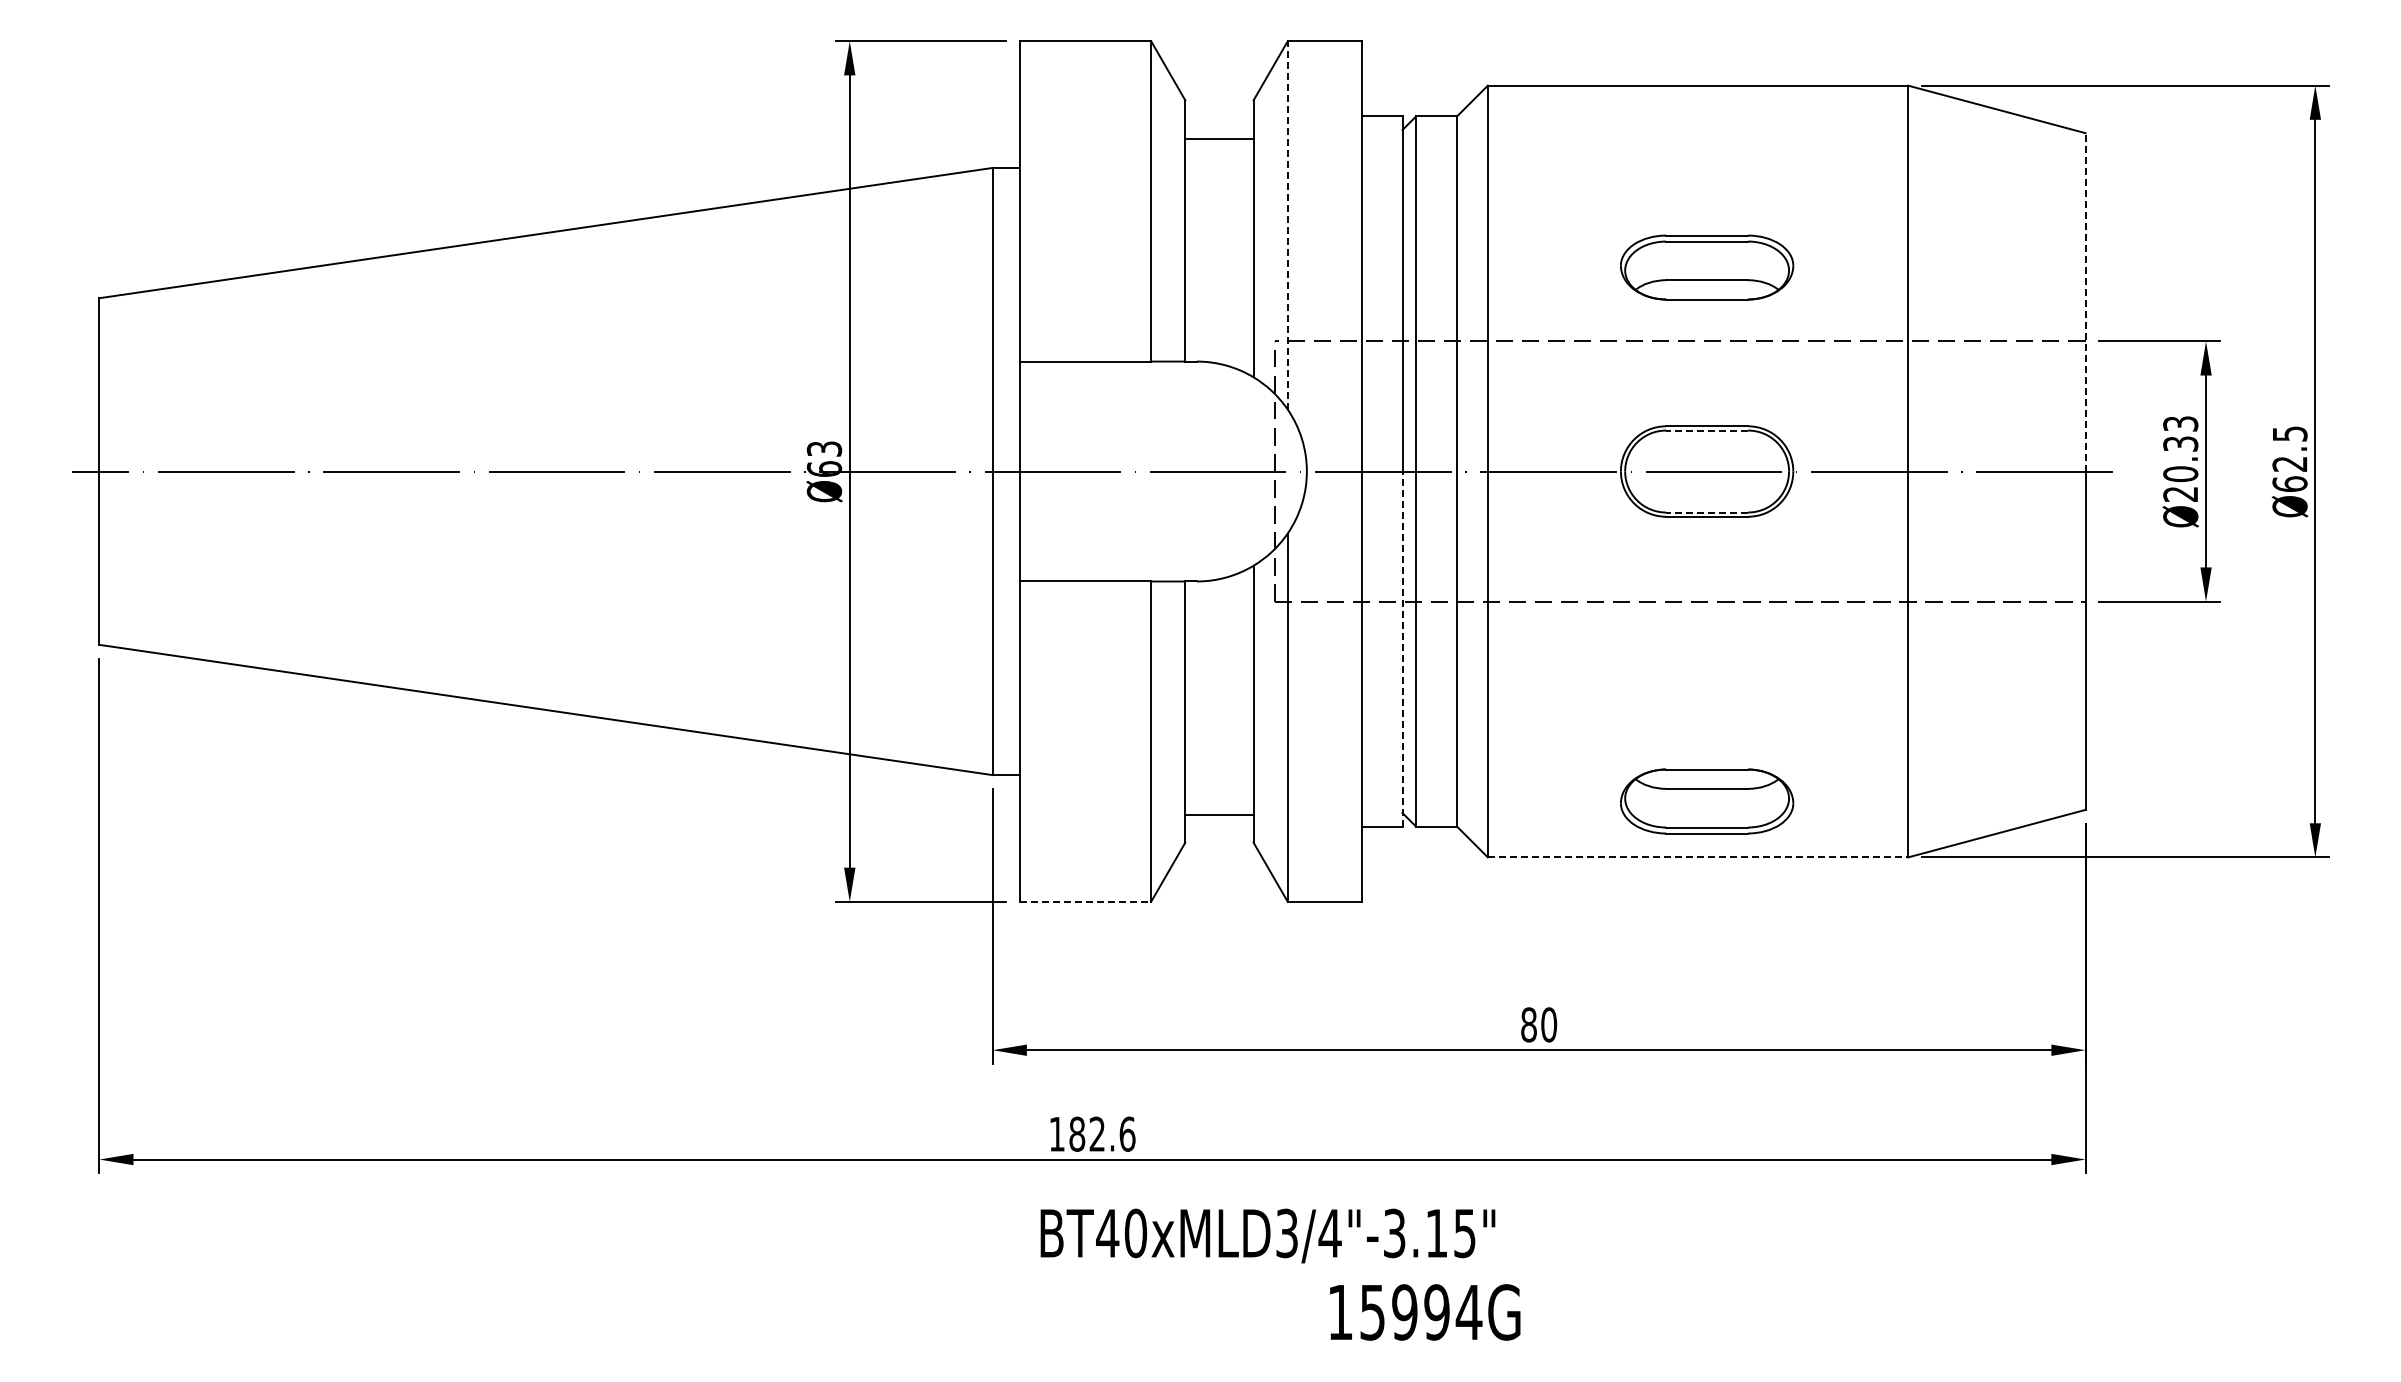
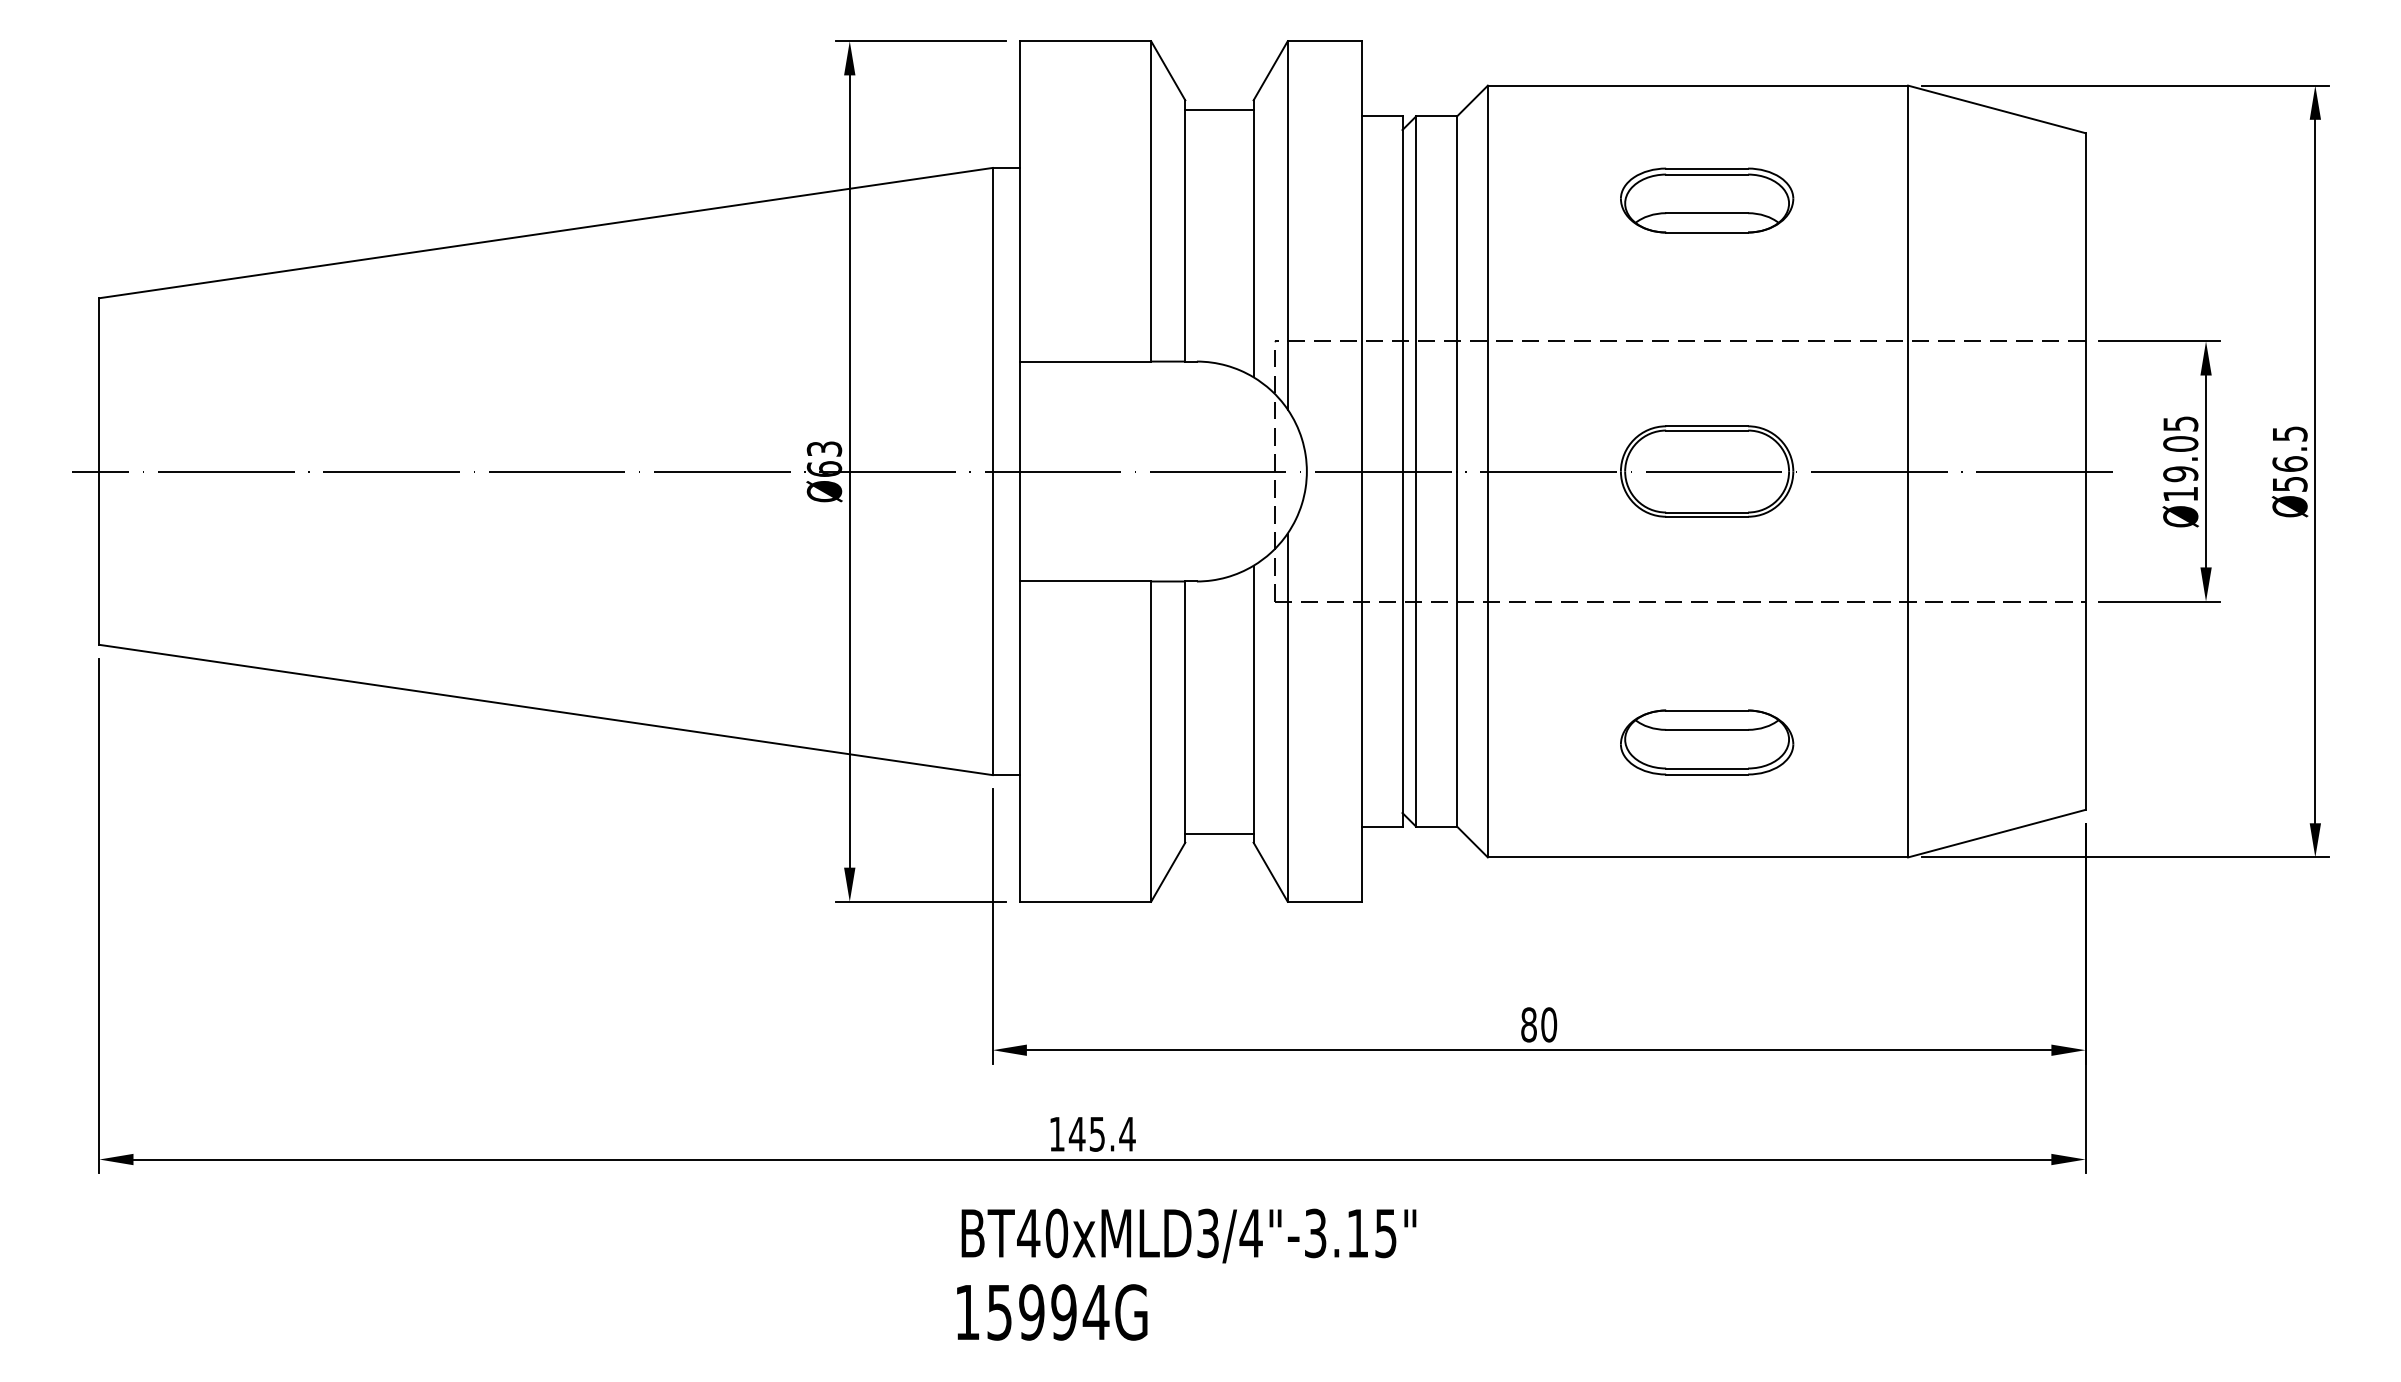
line at (1219, 138) position: (1219, 138) -> (1219, 109)
line at (1287, 224): dashed -> solid
part at (1707, 267) position: (1707, 267) -> (1707, 200)
line at (2085, 301): dashed -> solid
line at (1707, 430): dashed -> solid
text at (2180, 458): Ø20.33 -> Ø19.05
text at (2289, 473): Ø62.5 -> Ø56.5
line at (1707, 512): dashed -> solid
line at (1402, 649): dashed -> solid
part at (1707, 801) position: (1707, 801) -> (1707, 742)
line at (1219, 814) position: (1219, 814) -> (1219, 833)
line at (1698, 857): dashed -> solid
line at (1085, 901): dashed -> solid
text at (1101, 1133): 182.6 -> 145.4
text at (1267, 1235) position: (1267, 1235) -> (1188, 1235)
text at (1425, 1312) position: (1425, 1312) -> (1052, 1312)
